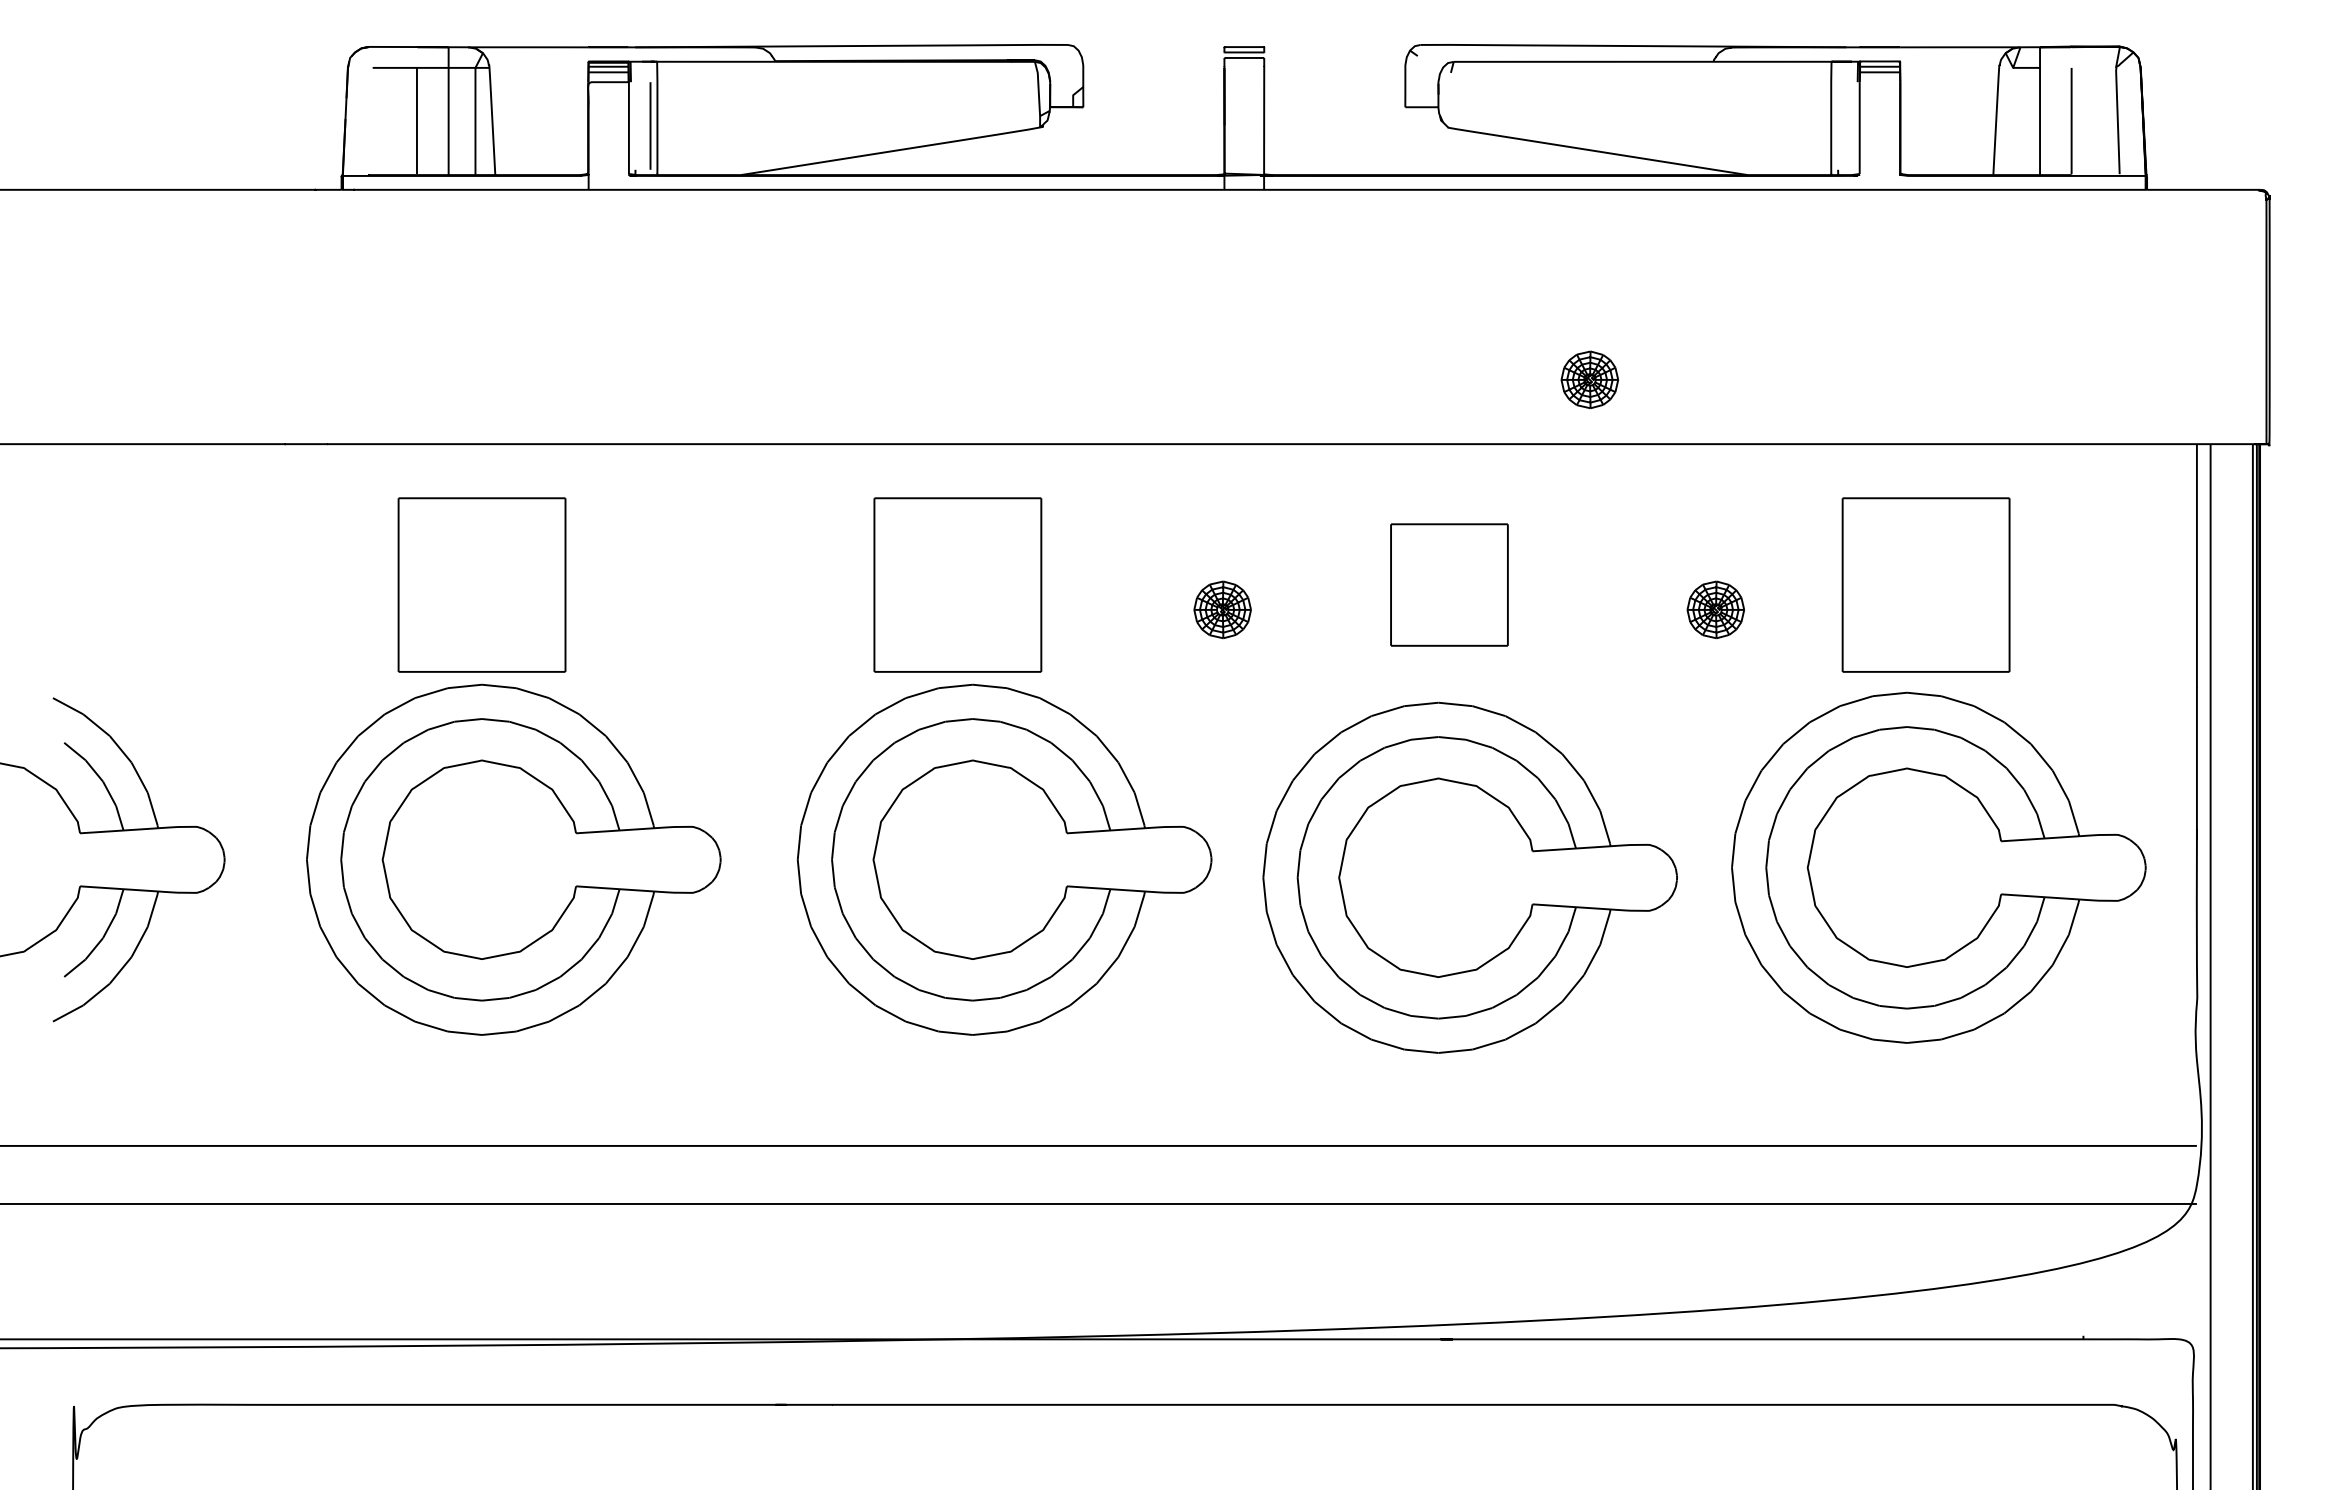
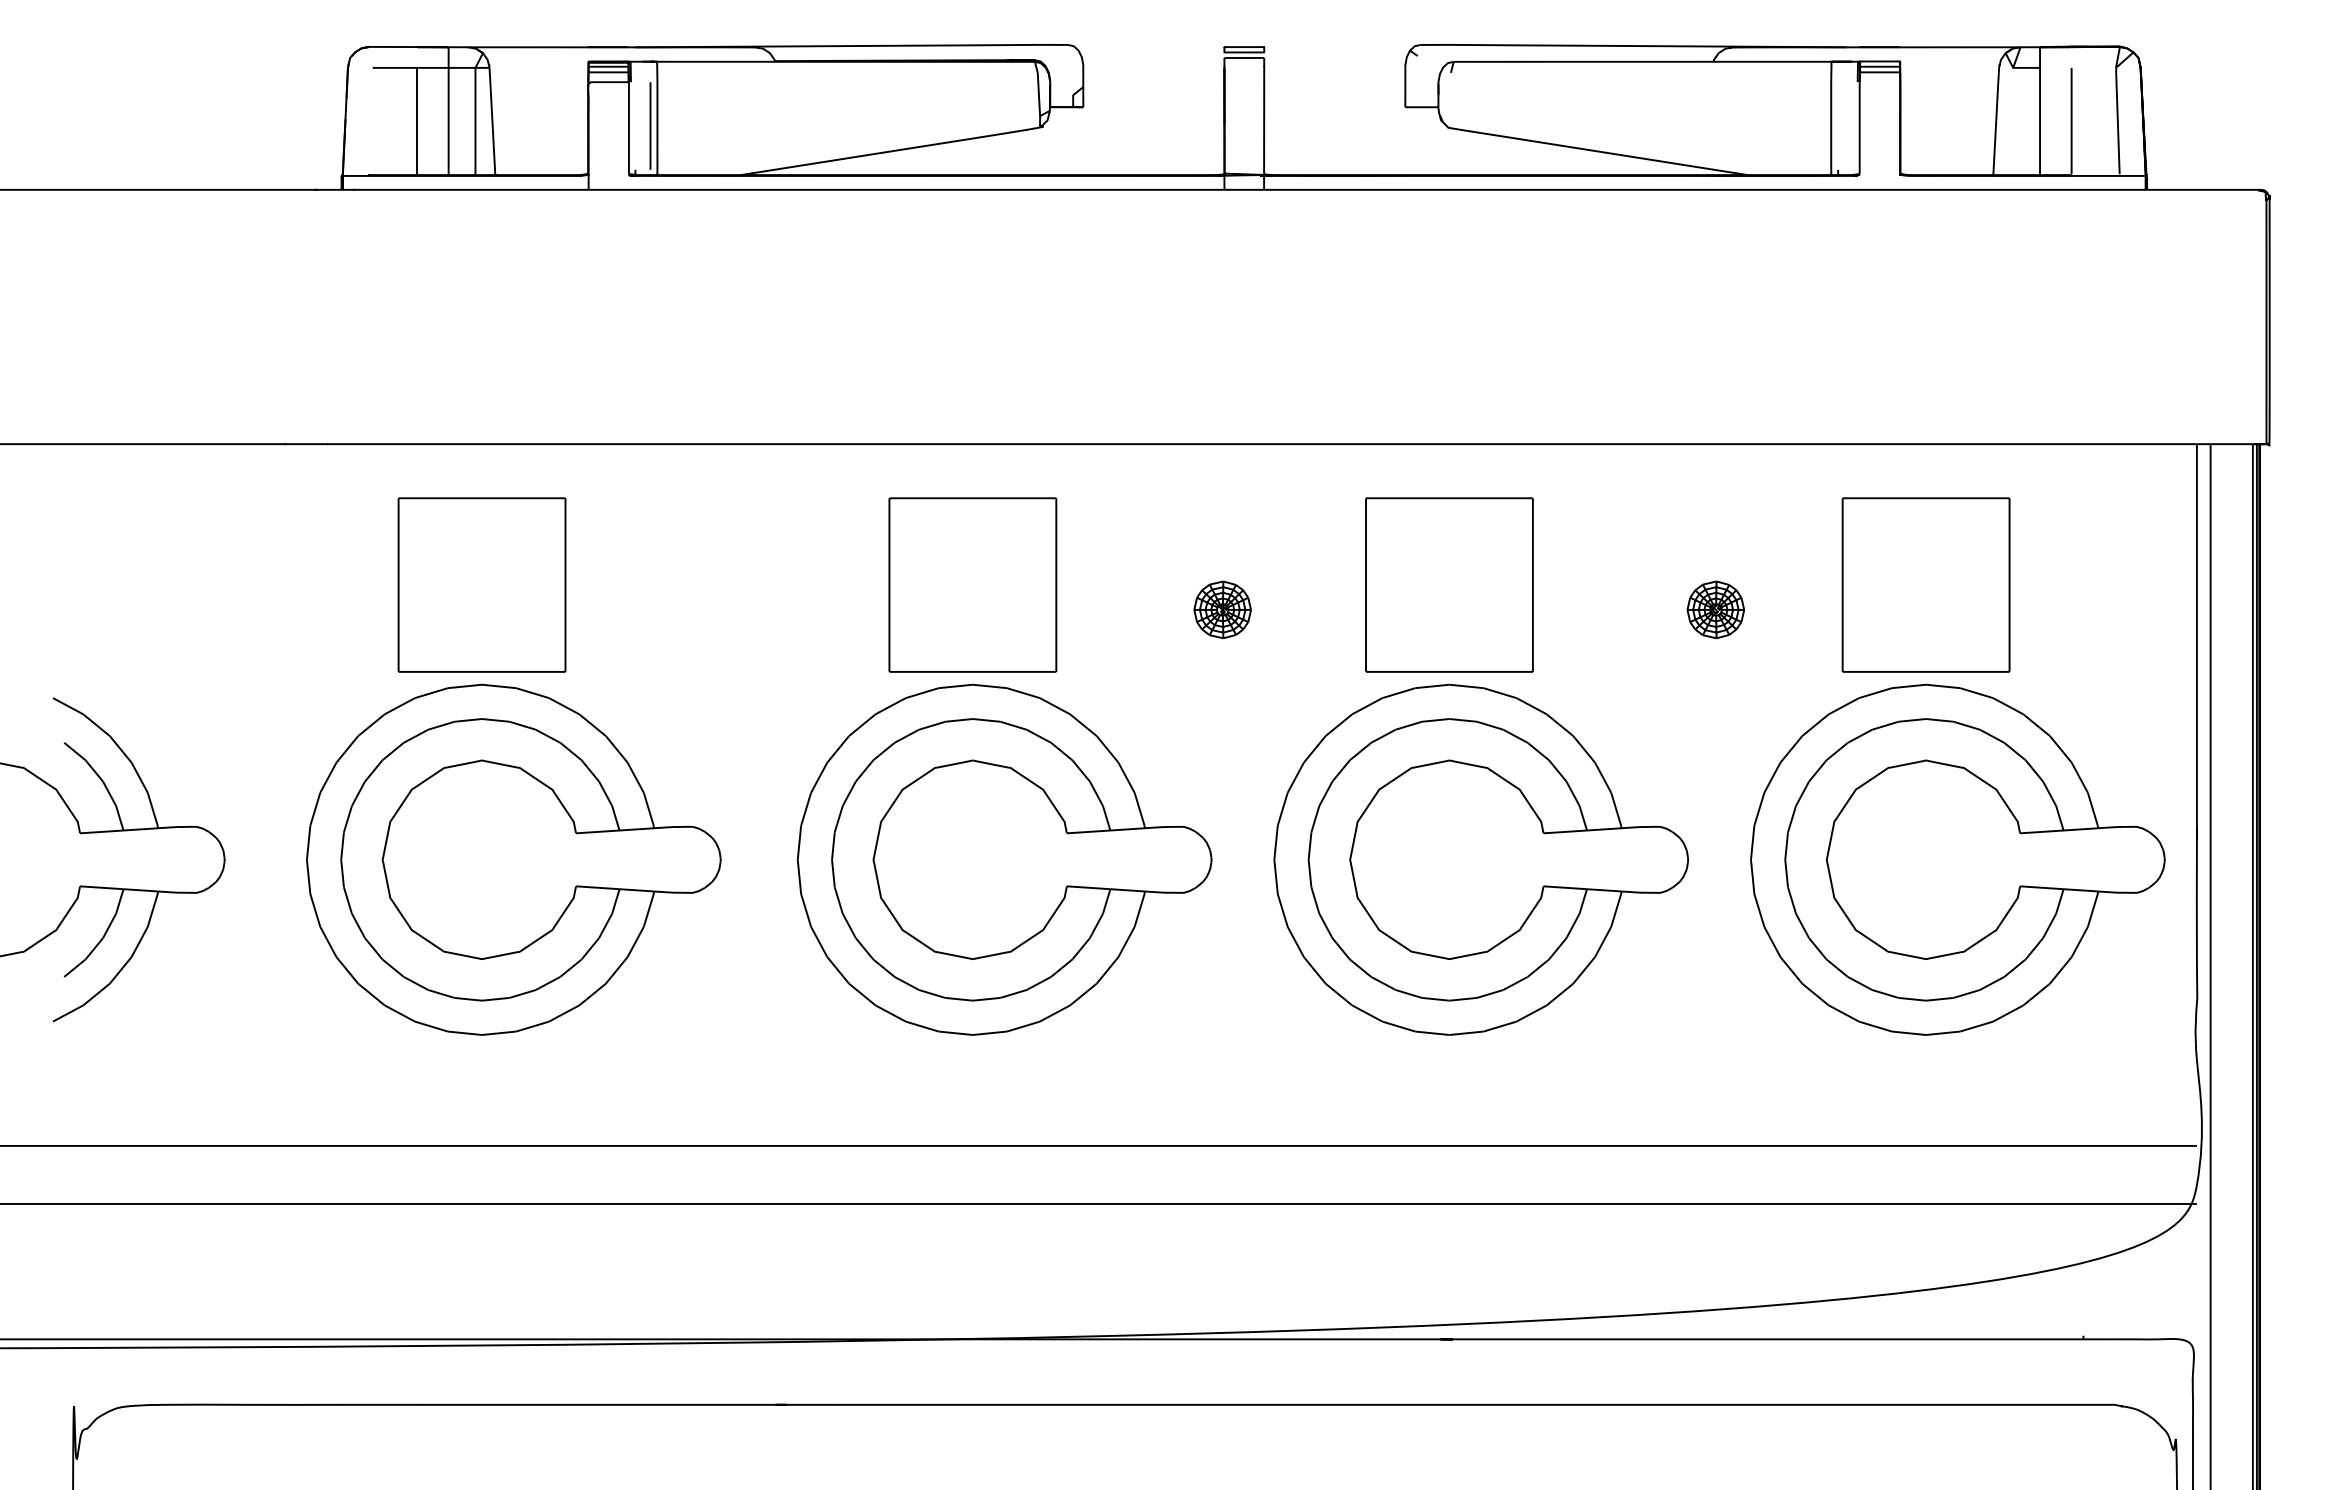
part at (1589, 379): present -> none
part at (957, 584) position: (957, 584) -> (972, 584)
part at (1449, 584) size: 119x124 px -> 169x176 px
part at (1938, 867) position: (1938, 867) -> (1957, 859)
part at (1469, 877) position: (1469, 877) -> (1480, 859)
